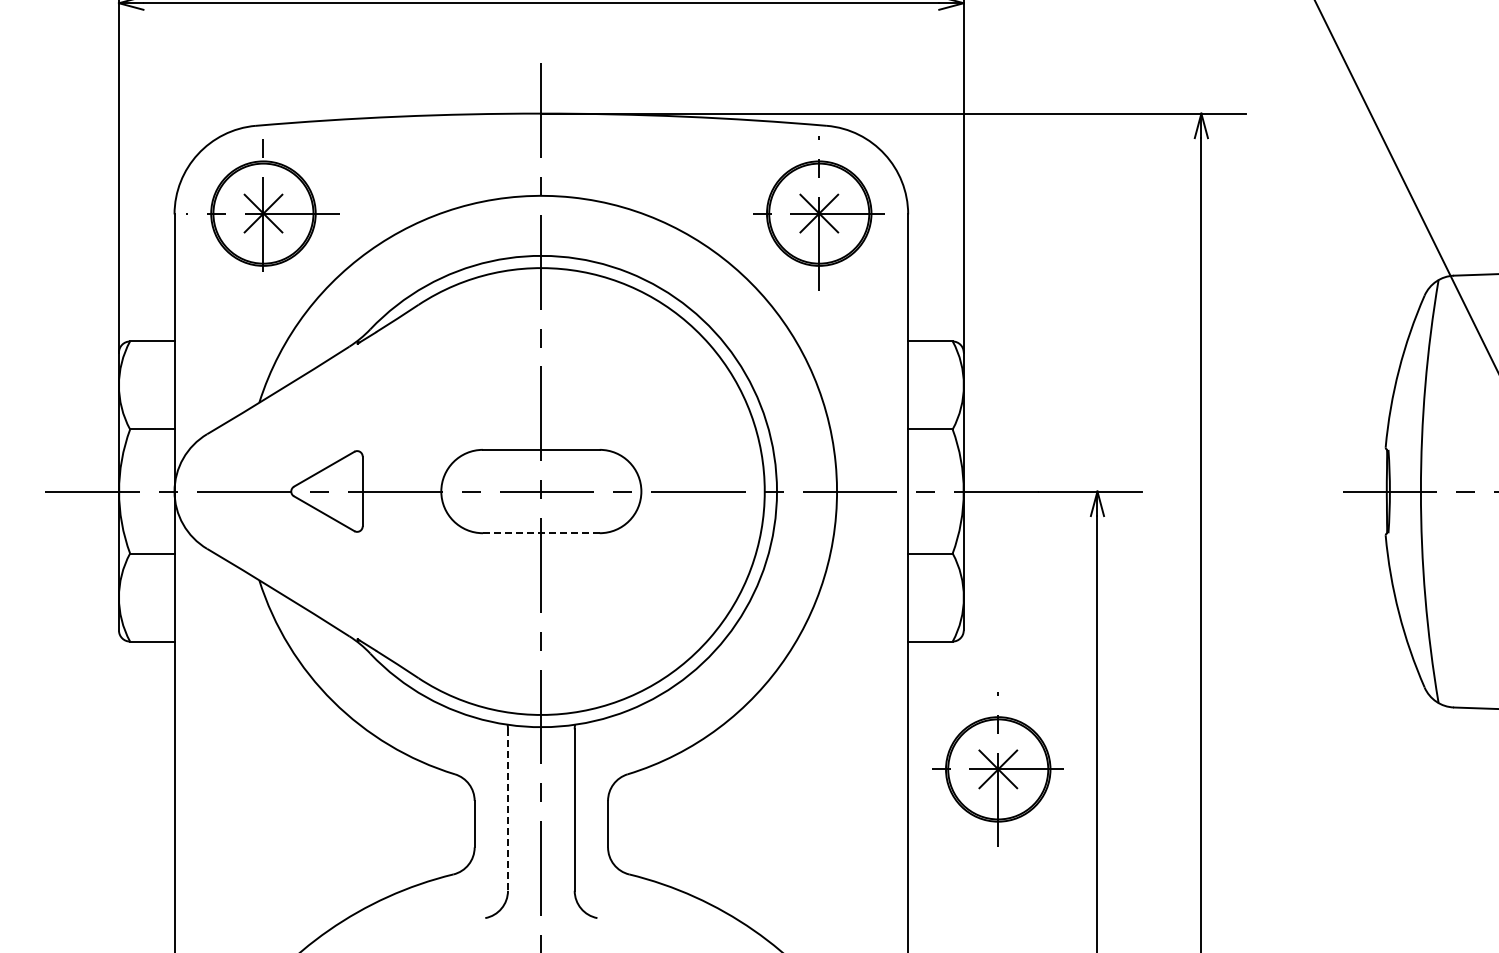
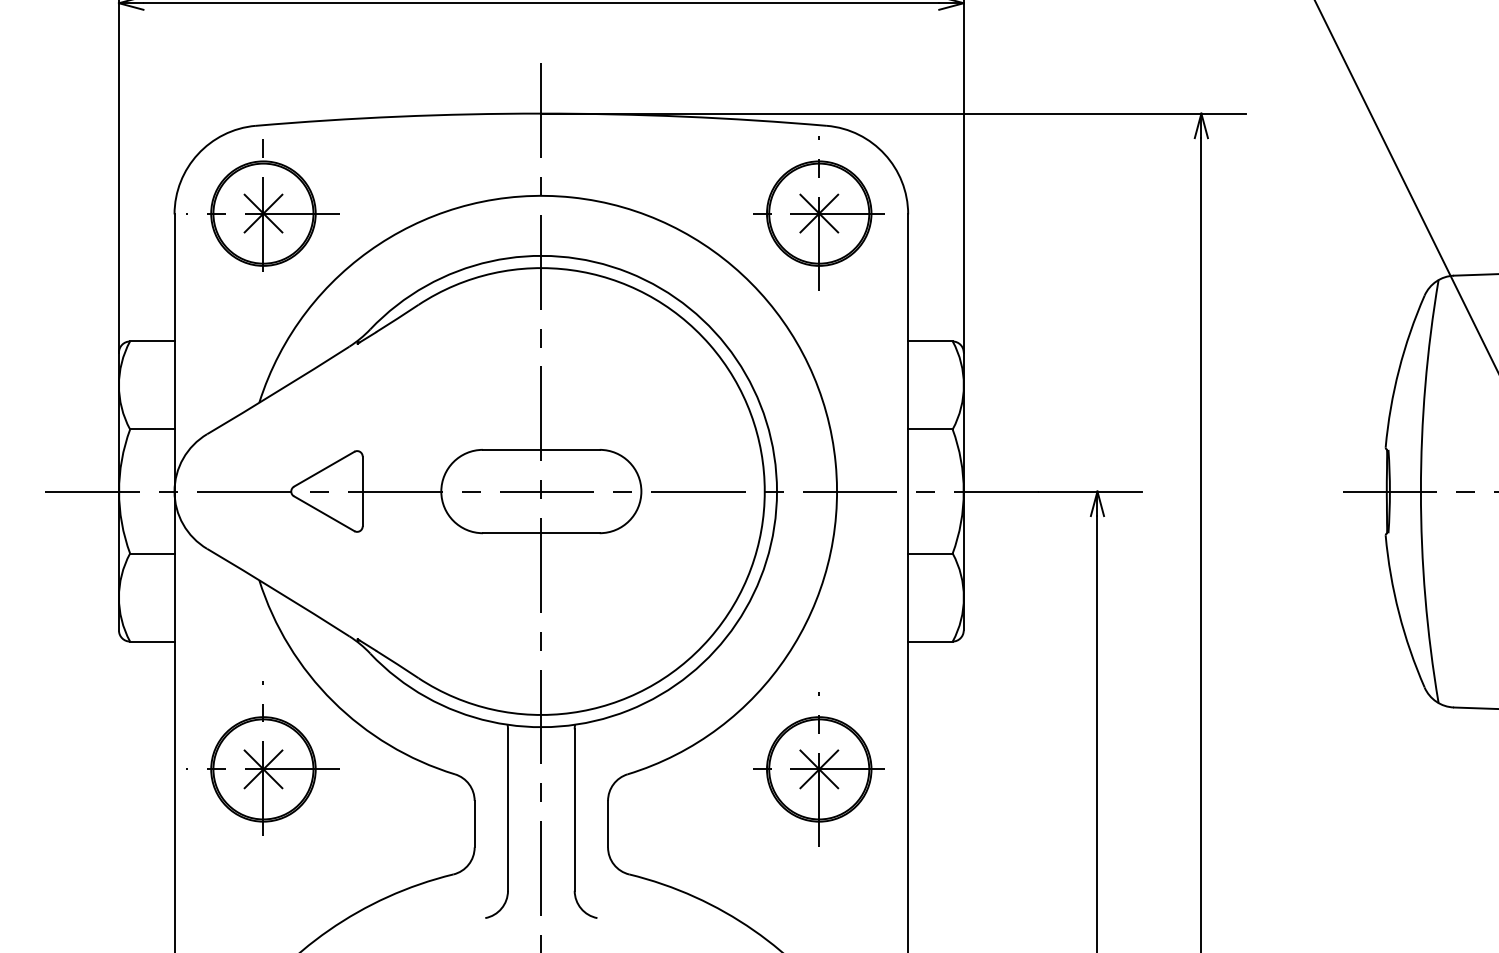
line at (541, 533): dashed -> solid
part at (262, 758): none -> present
part at (997, 769) position: (997, 769) -> (818, 769)
line at (508, 810): dashed -> solid
